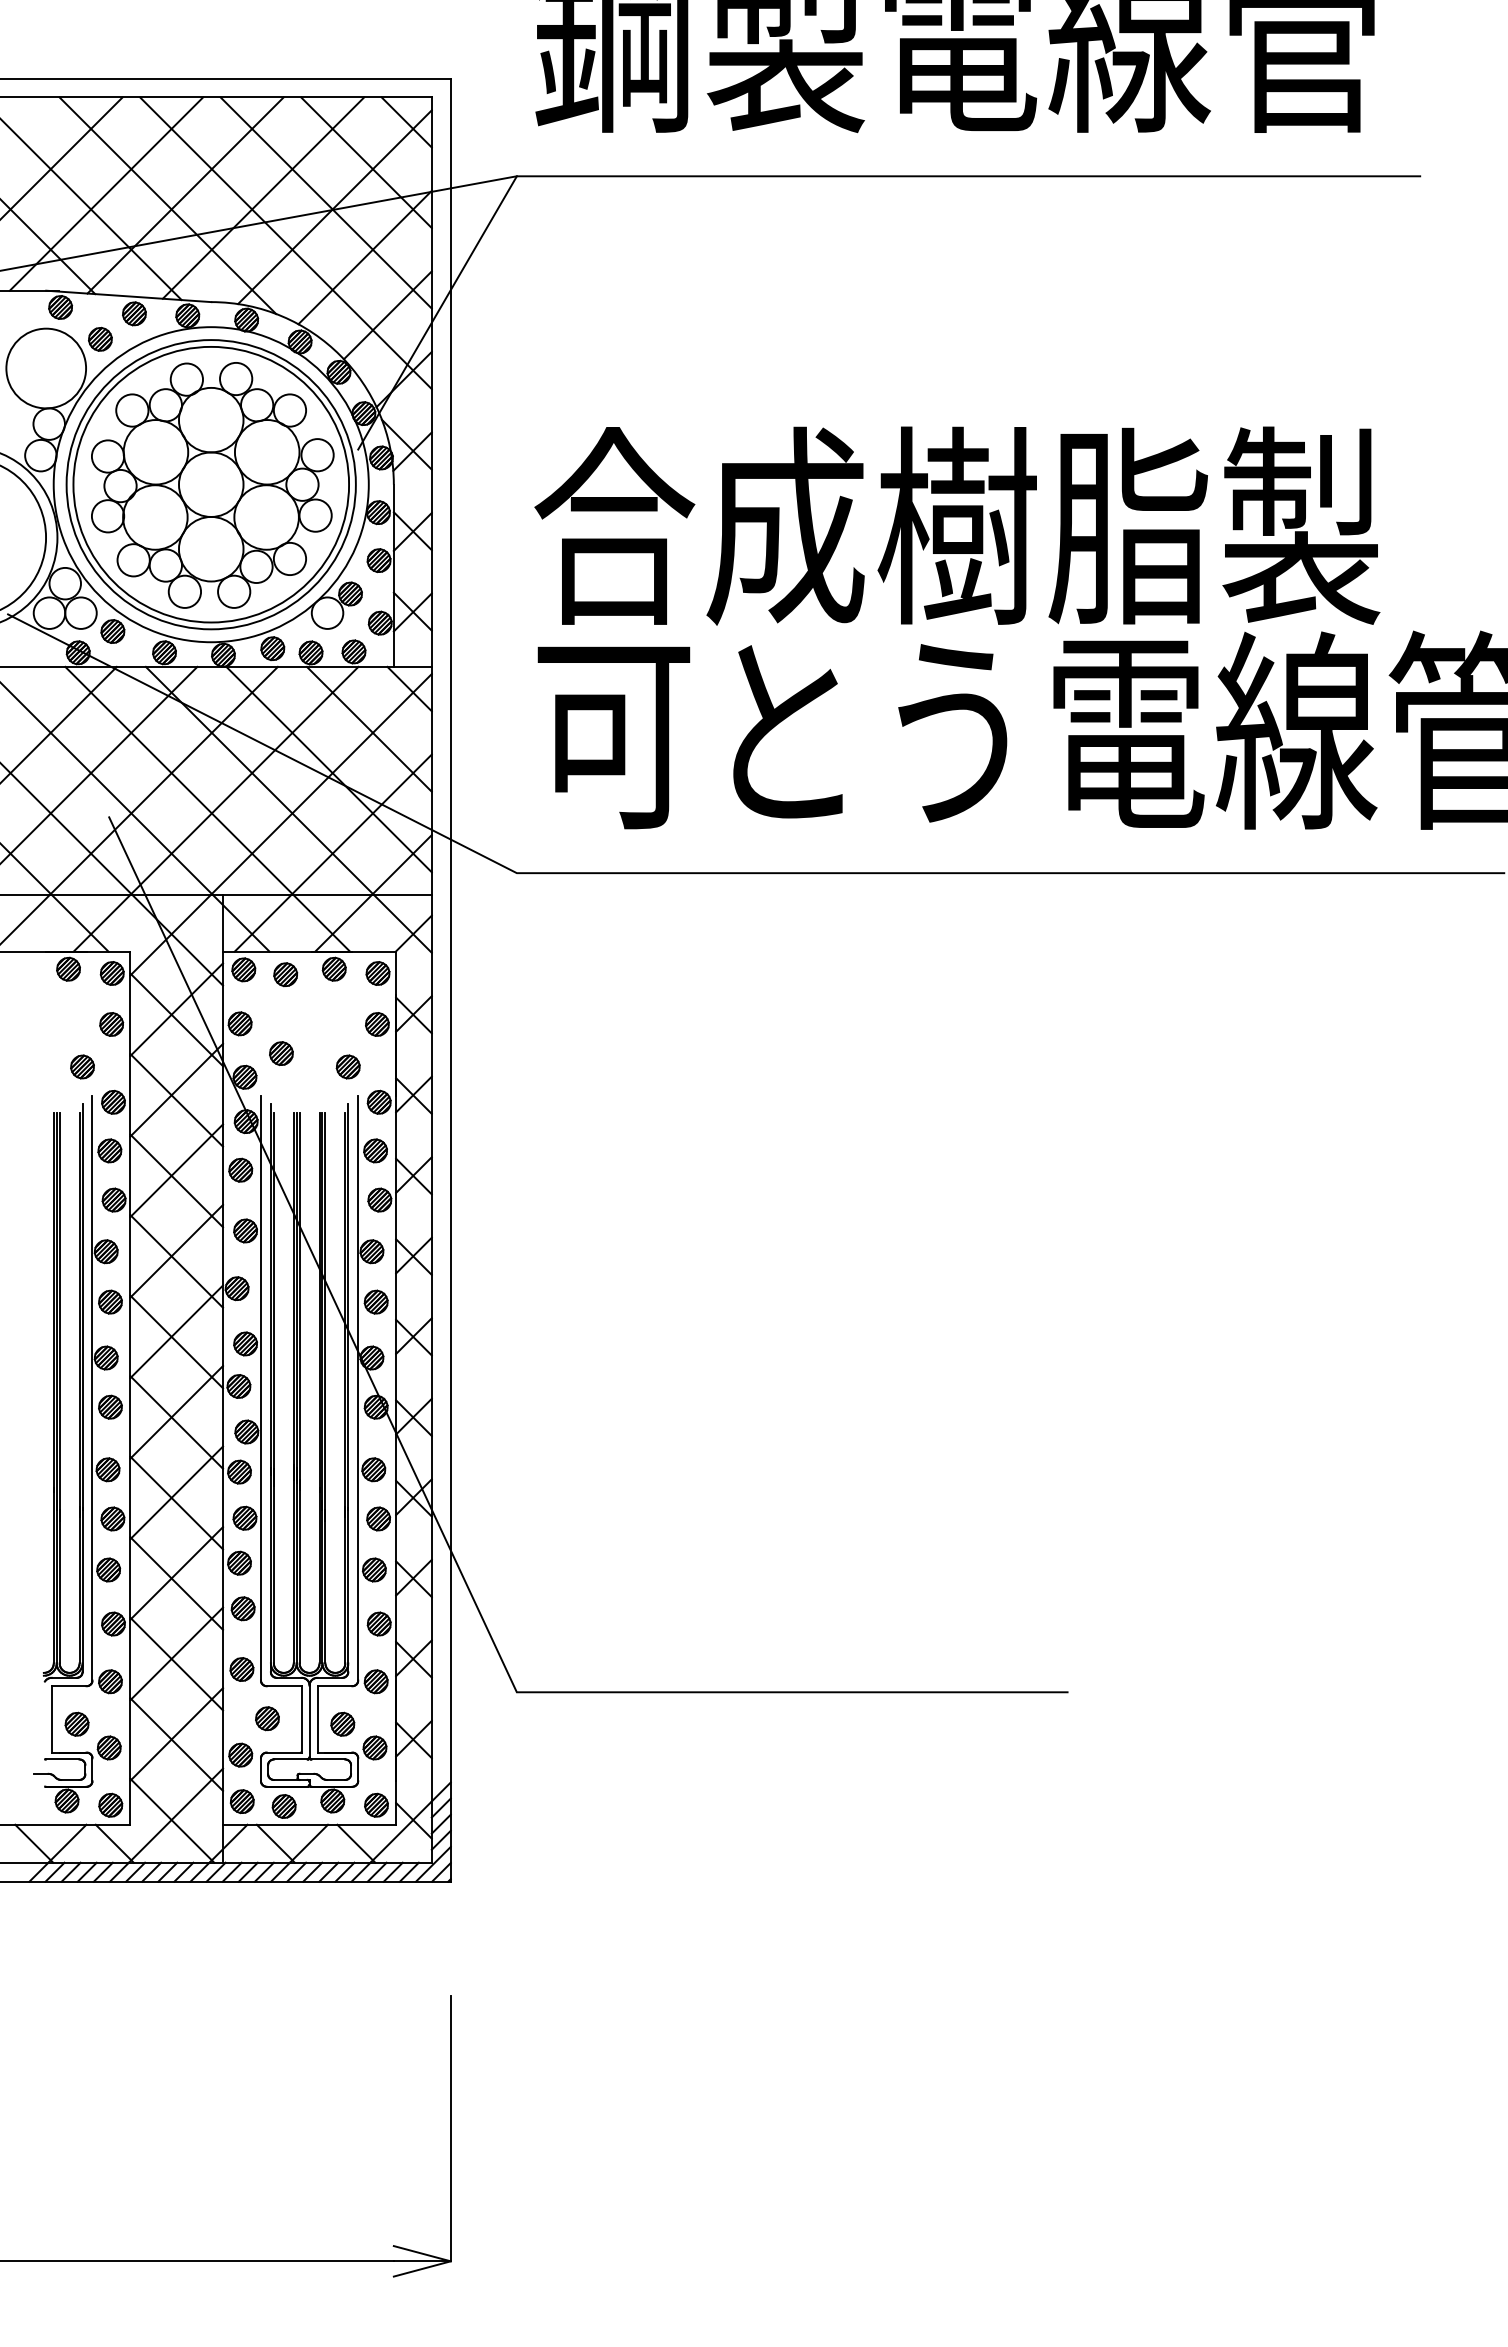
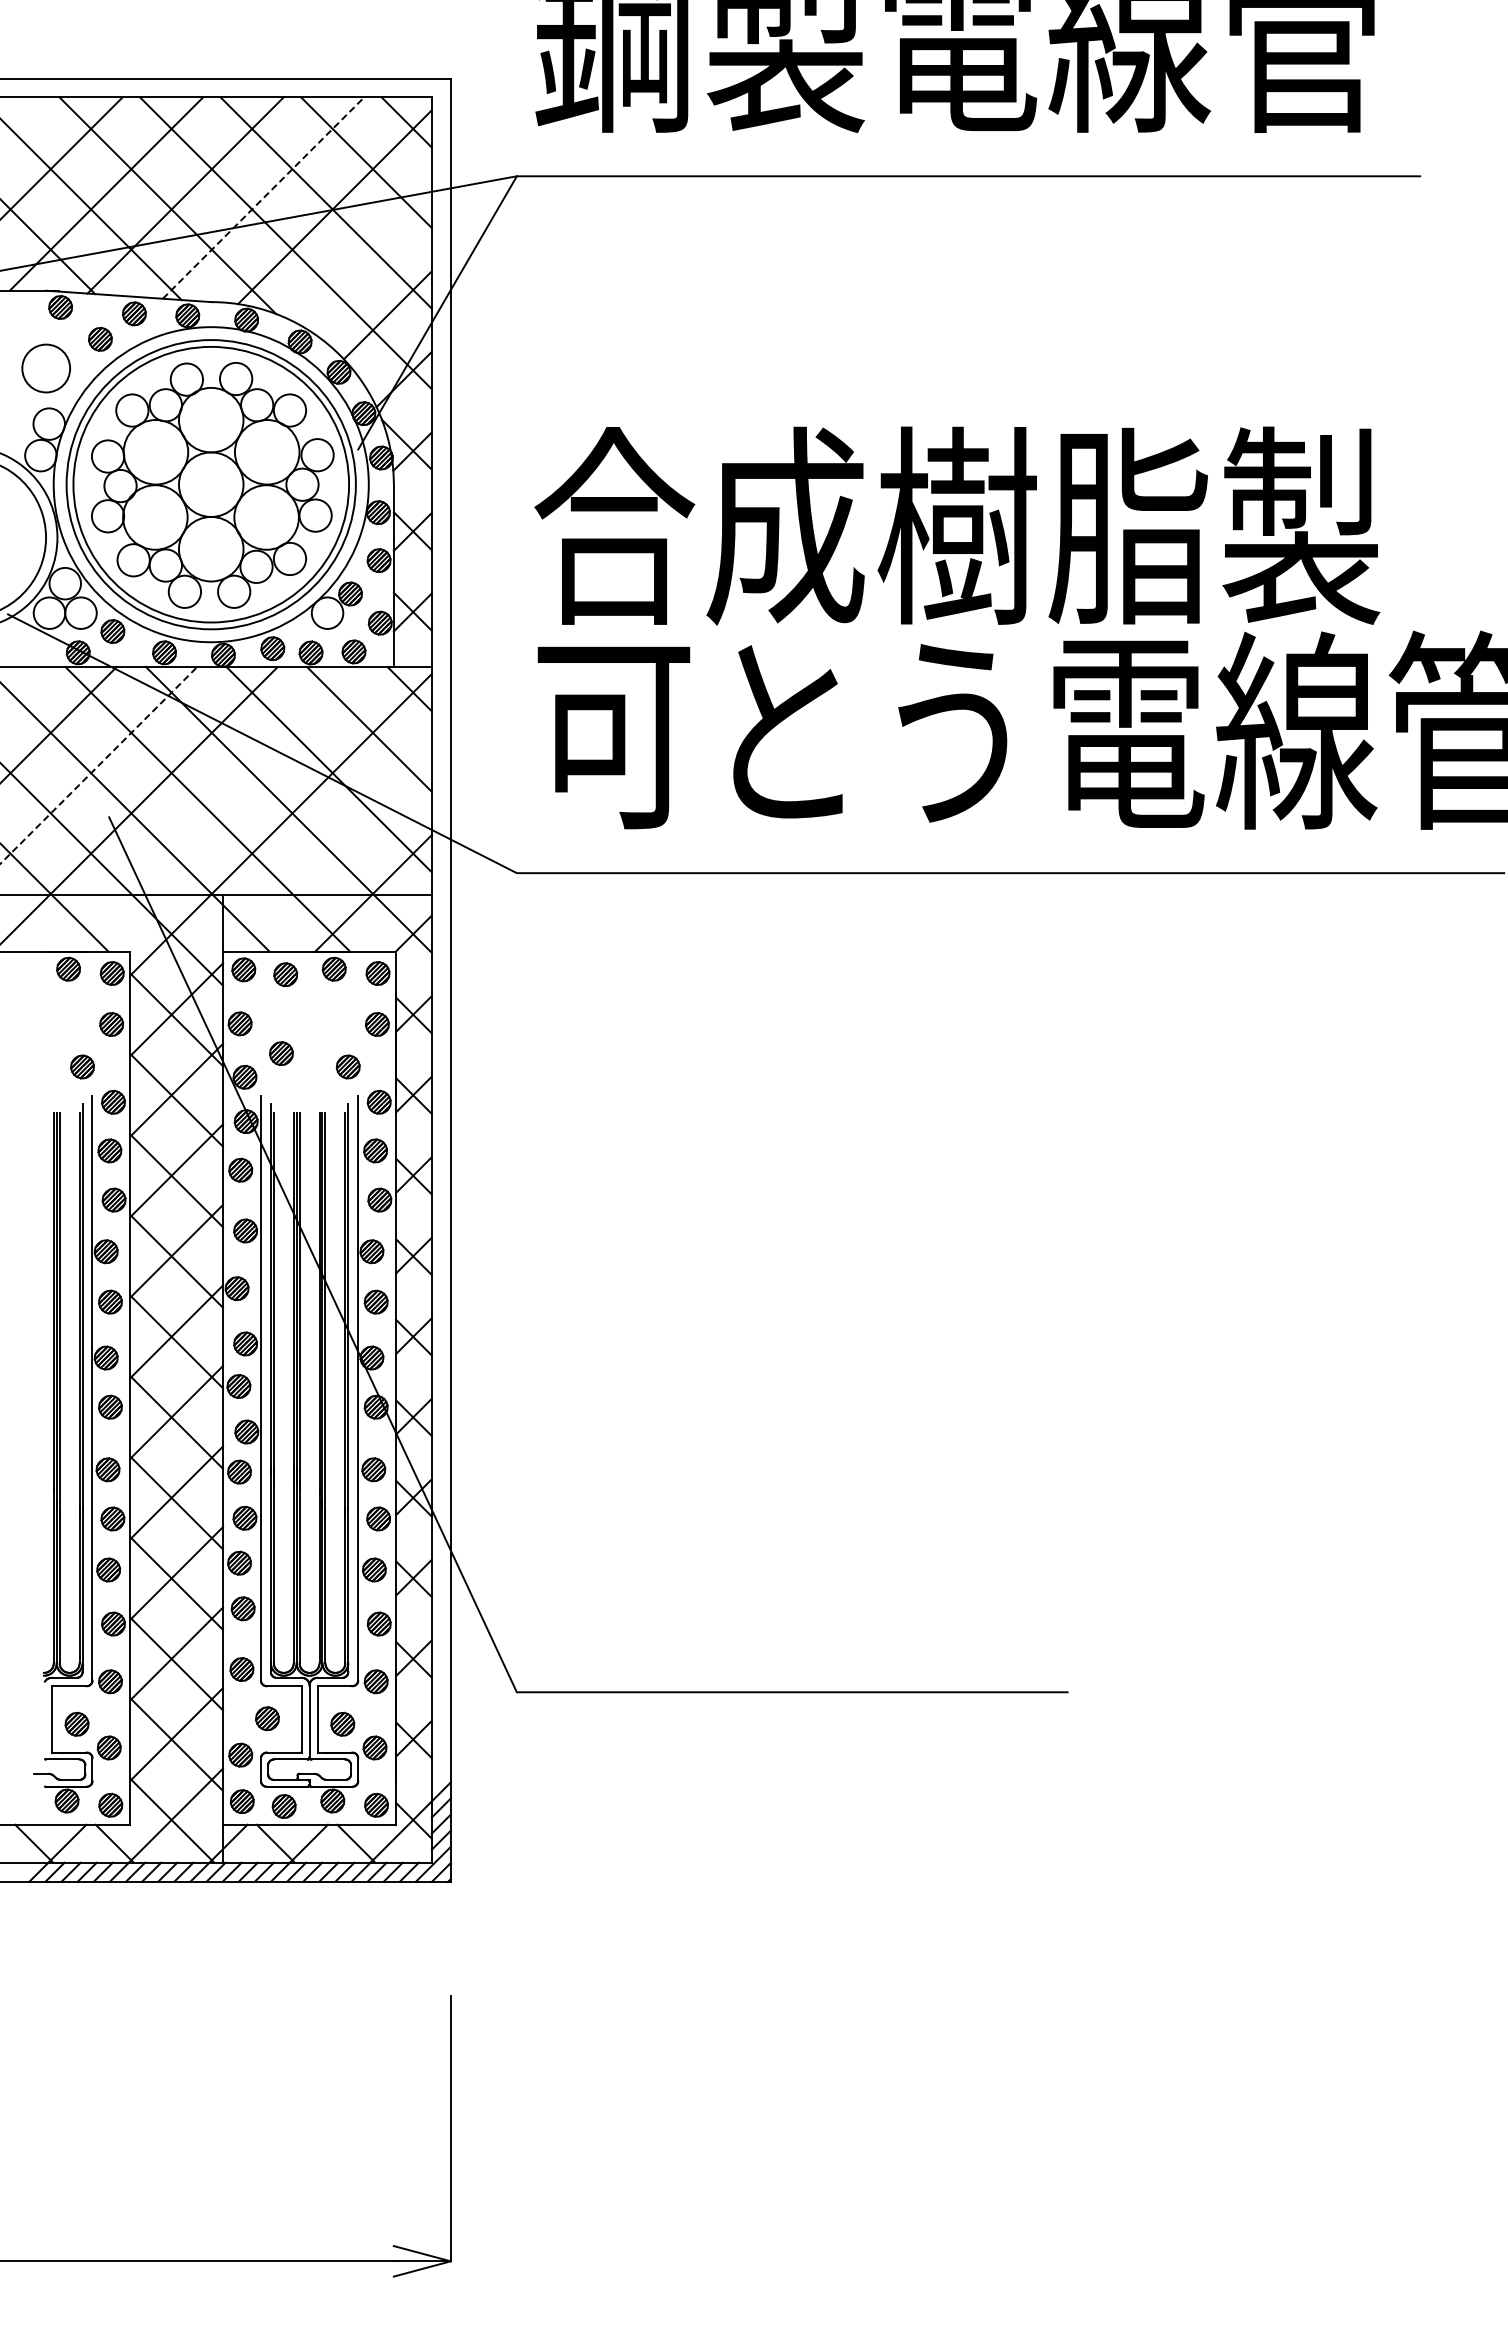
line at (263, 197): solid -> dashed
line at (364, 257): present -> none
circle at (46, 368) diameter: 80 px -> 48 px
line at (99, 765): solid -> dashed
line at (215, 808): present -> none
line at (332, 852): present -> none
